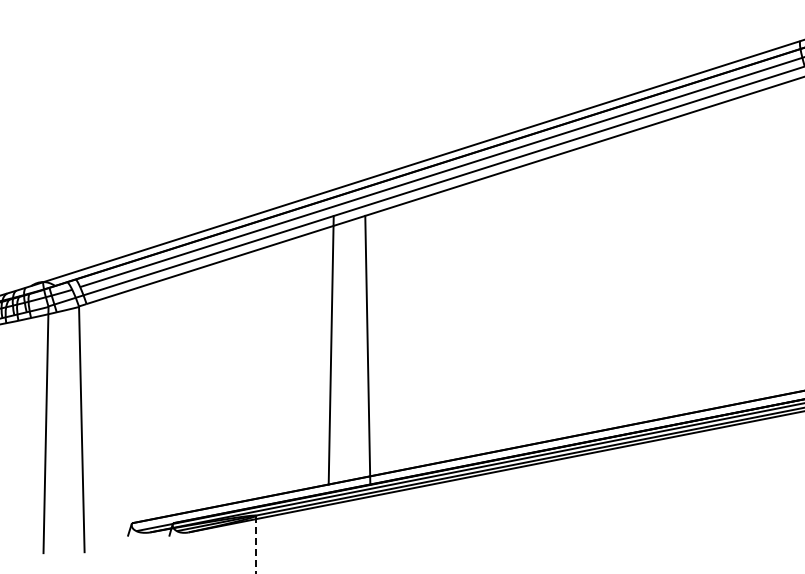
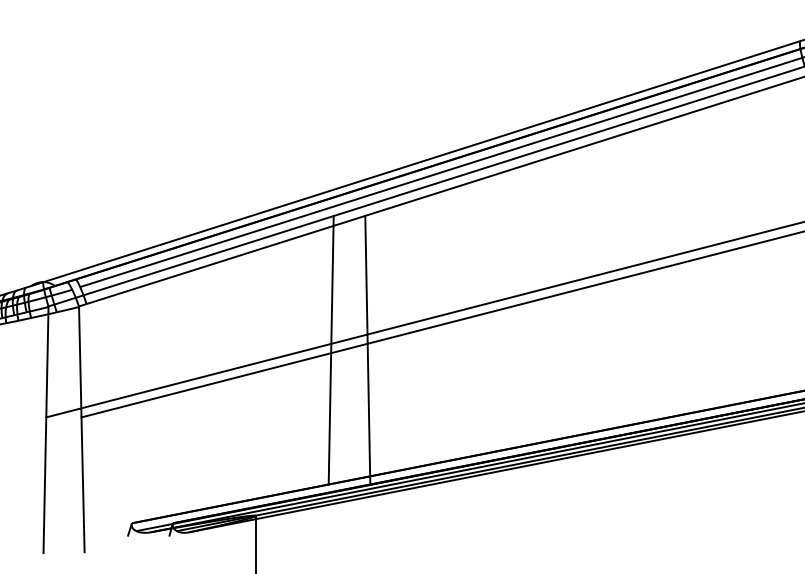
line at (423, 319): none -> present
line at (441, 324): none -> present
line at (256, 544): dashed -> solid
